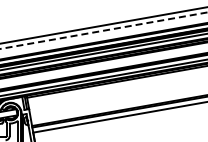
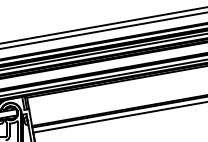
line at (104, 30): dashed -> solid
